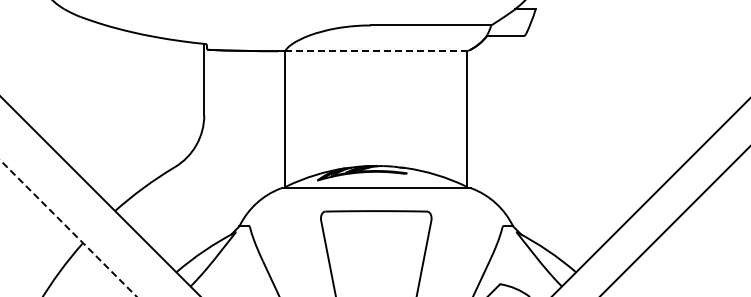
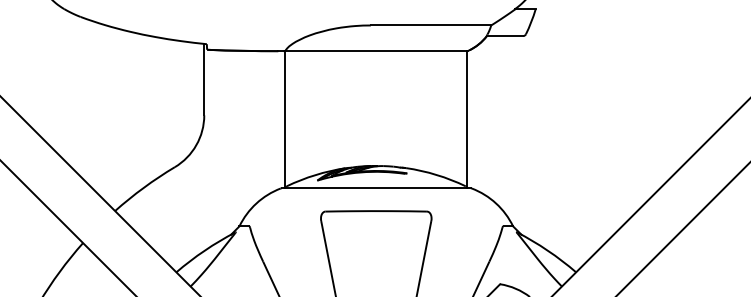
line at (377, 50): dashed -> solid
line at (674, 221) position: (674, 221) -> (682, 228)
line at (69, 229): dashed -> solid
